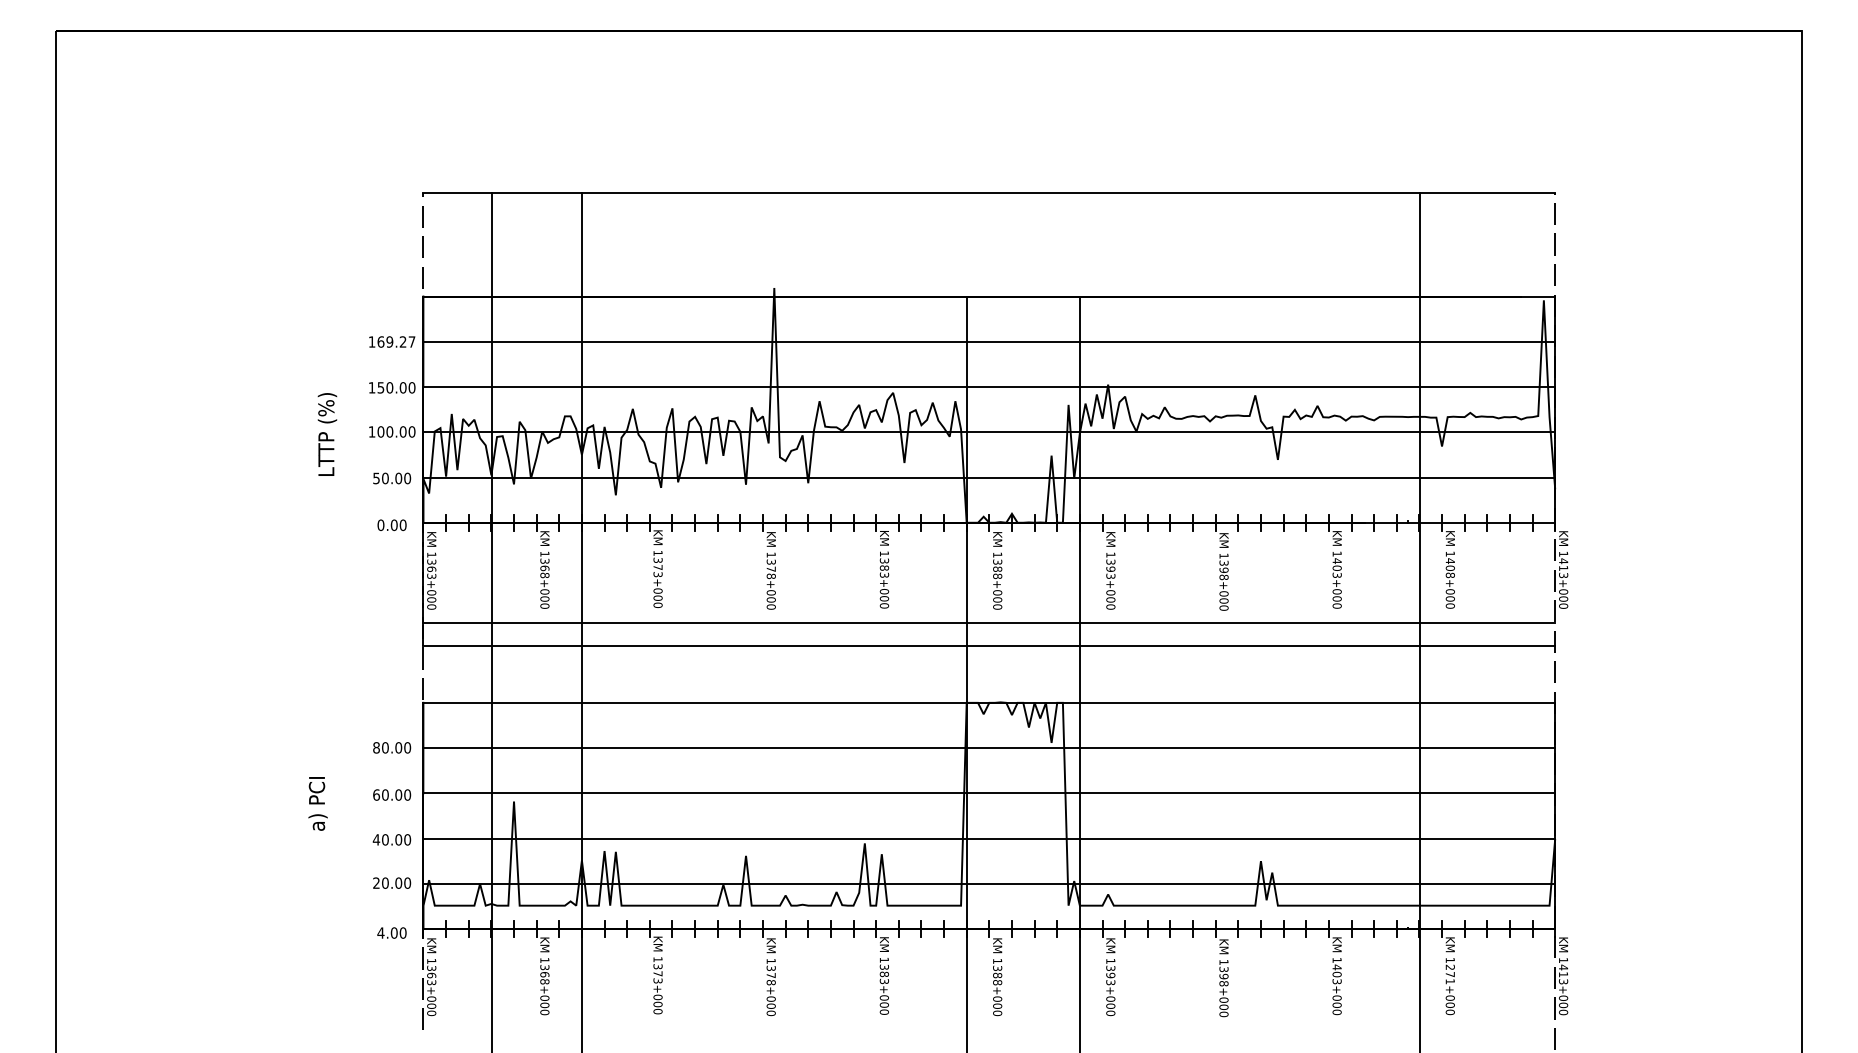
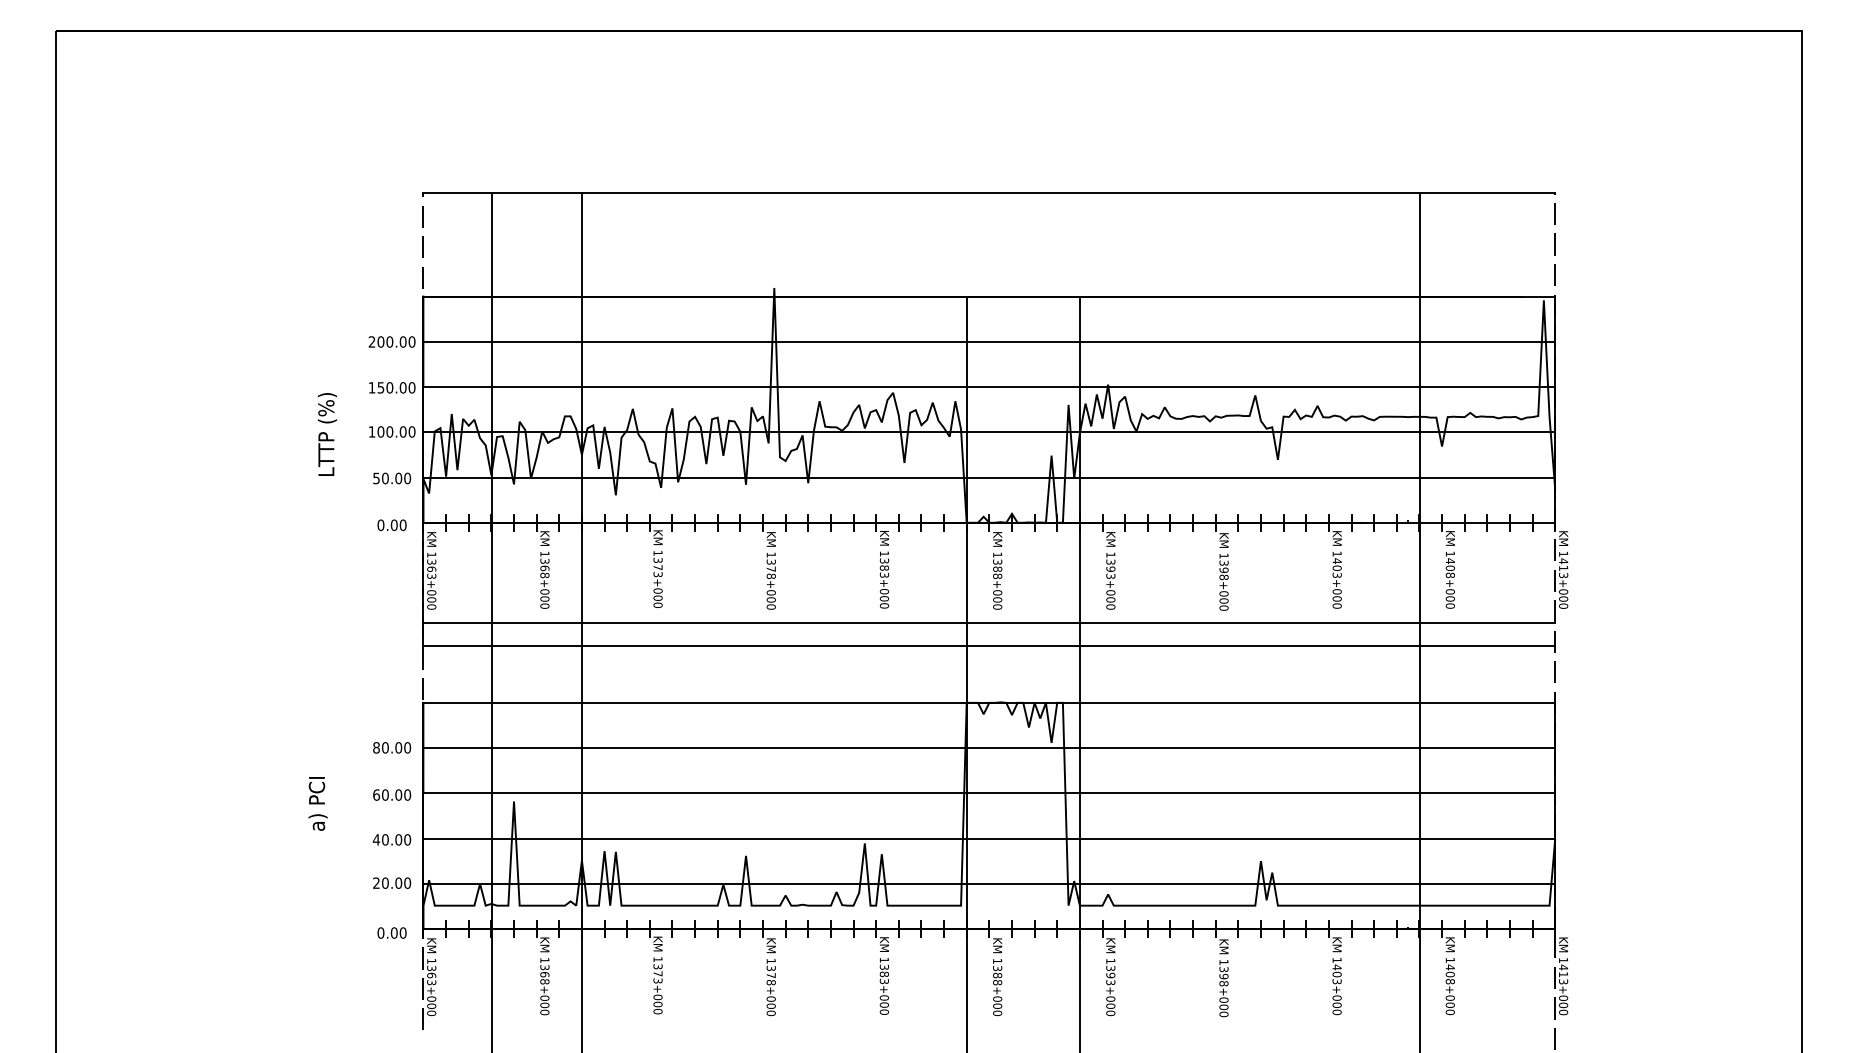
text at (391, 341): 169.27 -> 200.00
text at (380, 932): 4.00 -> 0.00
text at (1449, 974): 1271+000 -> 1408+000
